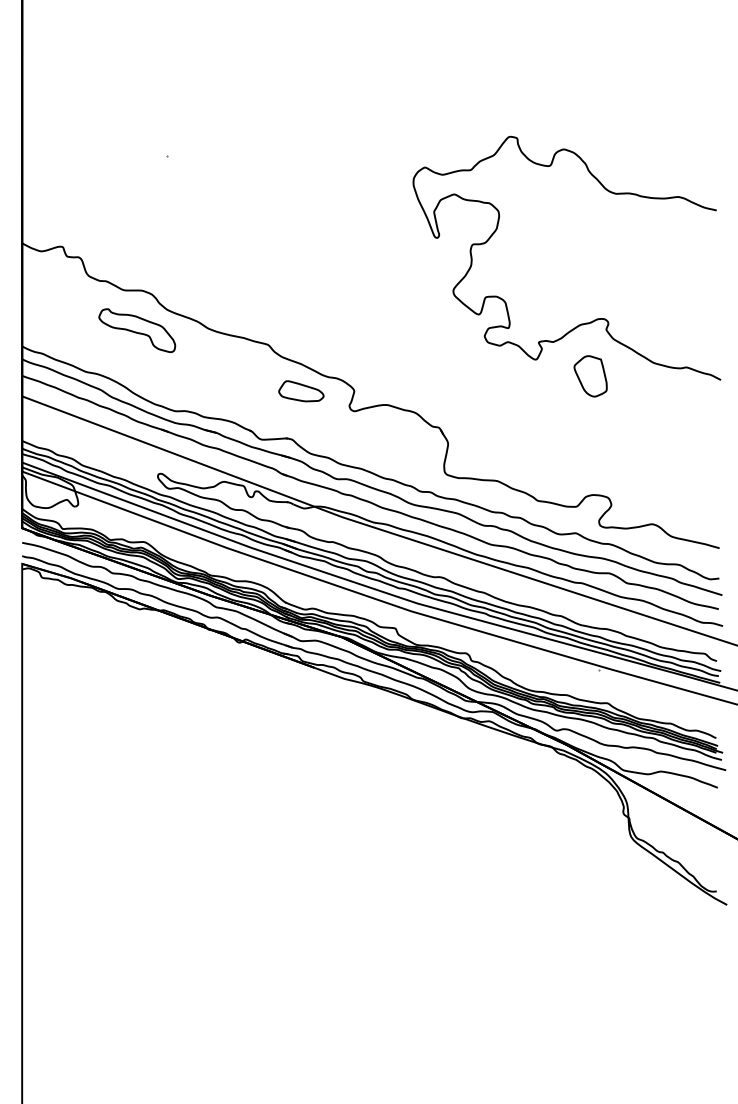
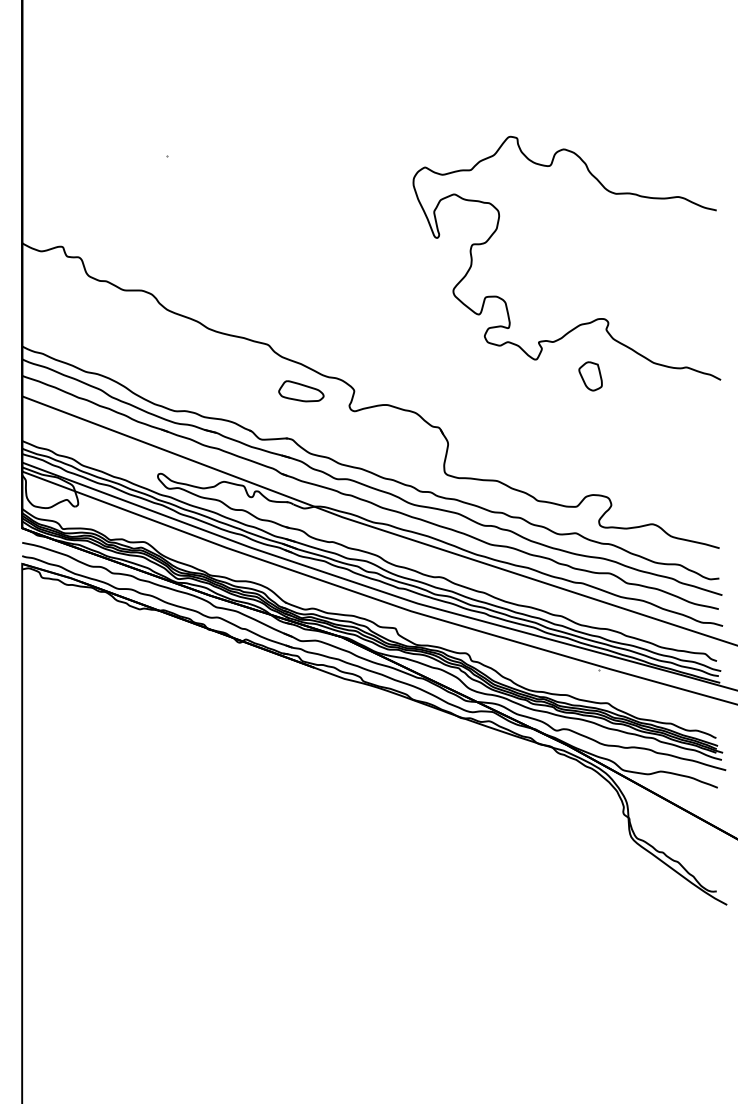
part at (137, 330): present -> none
part at (590, 376) size: 35x43 px -> 25x31 px
